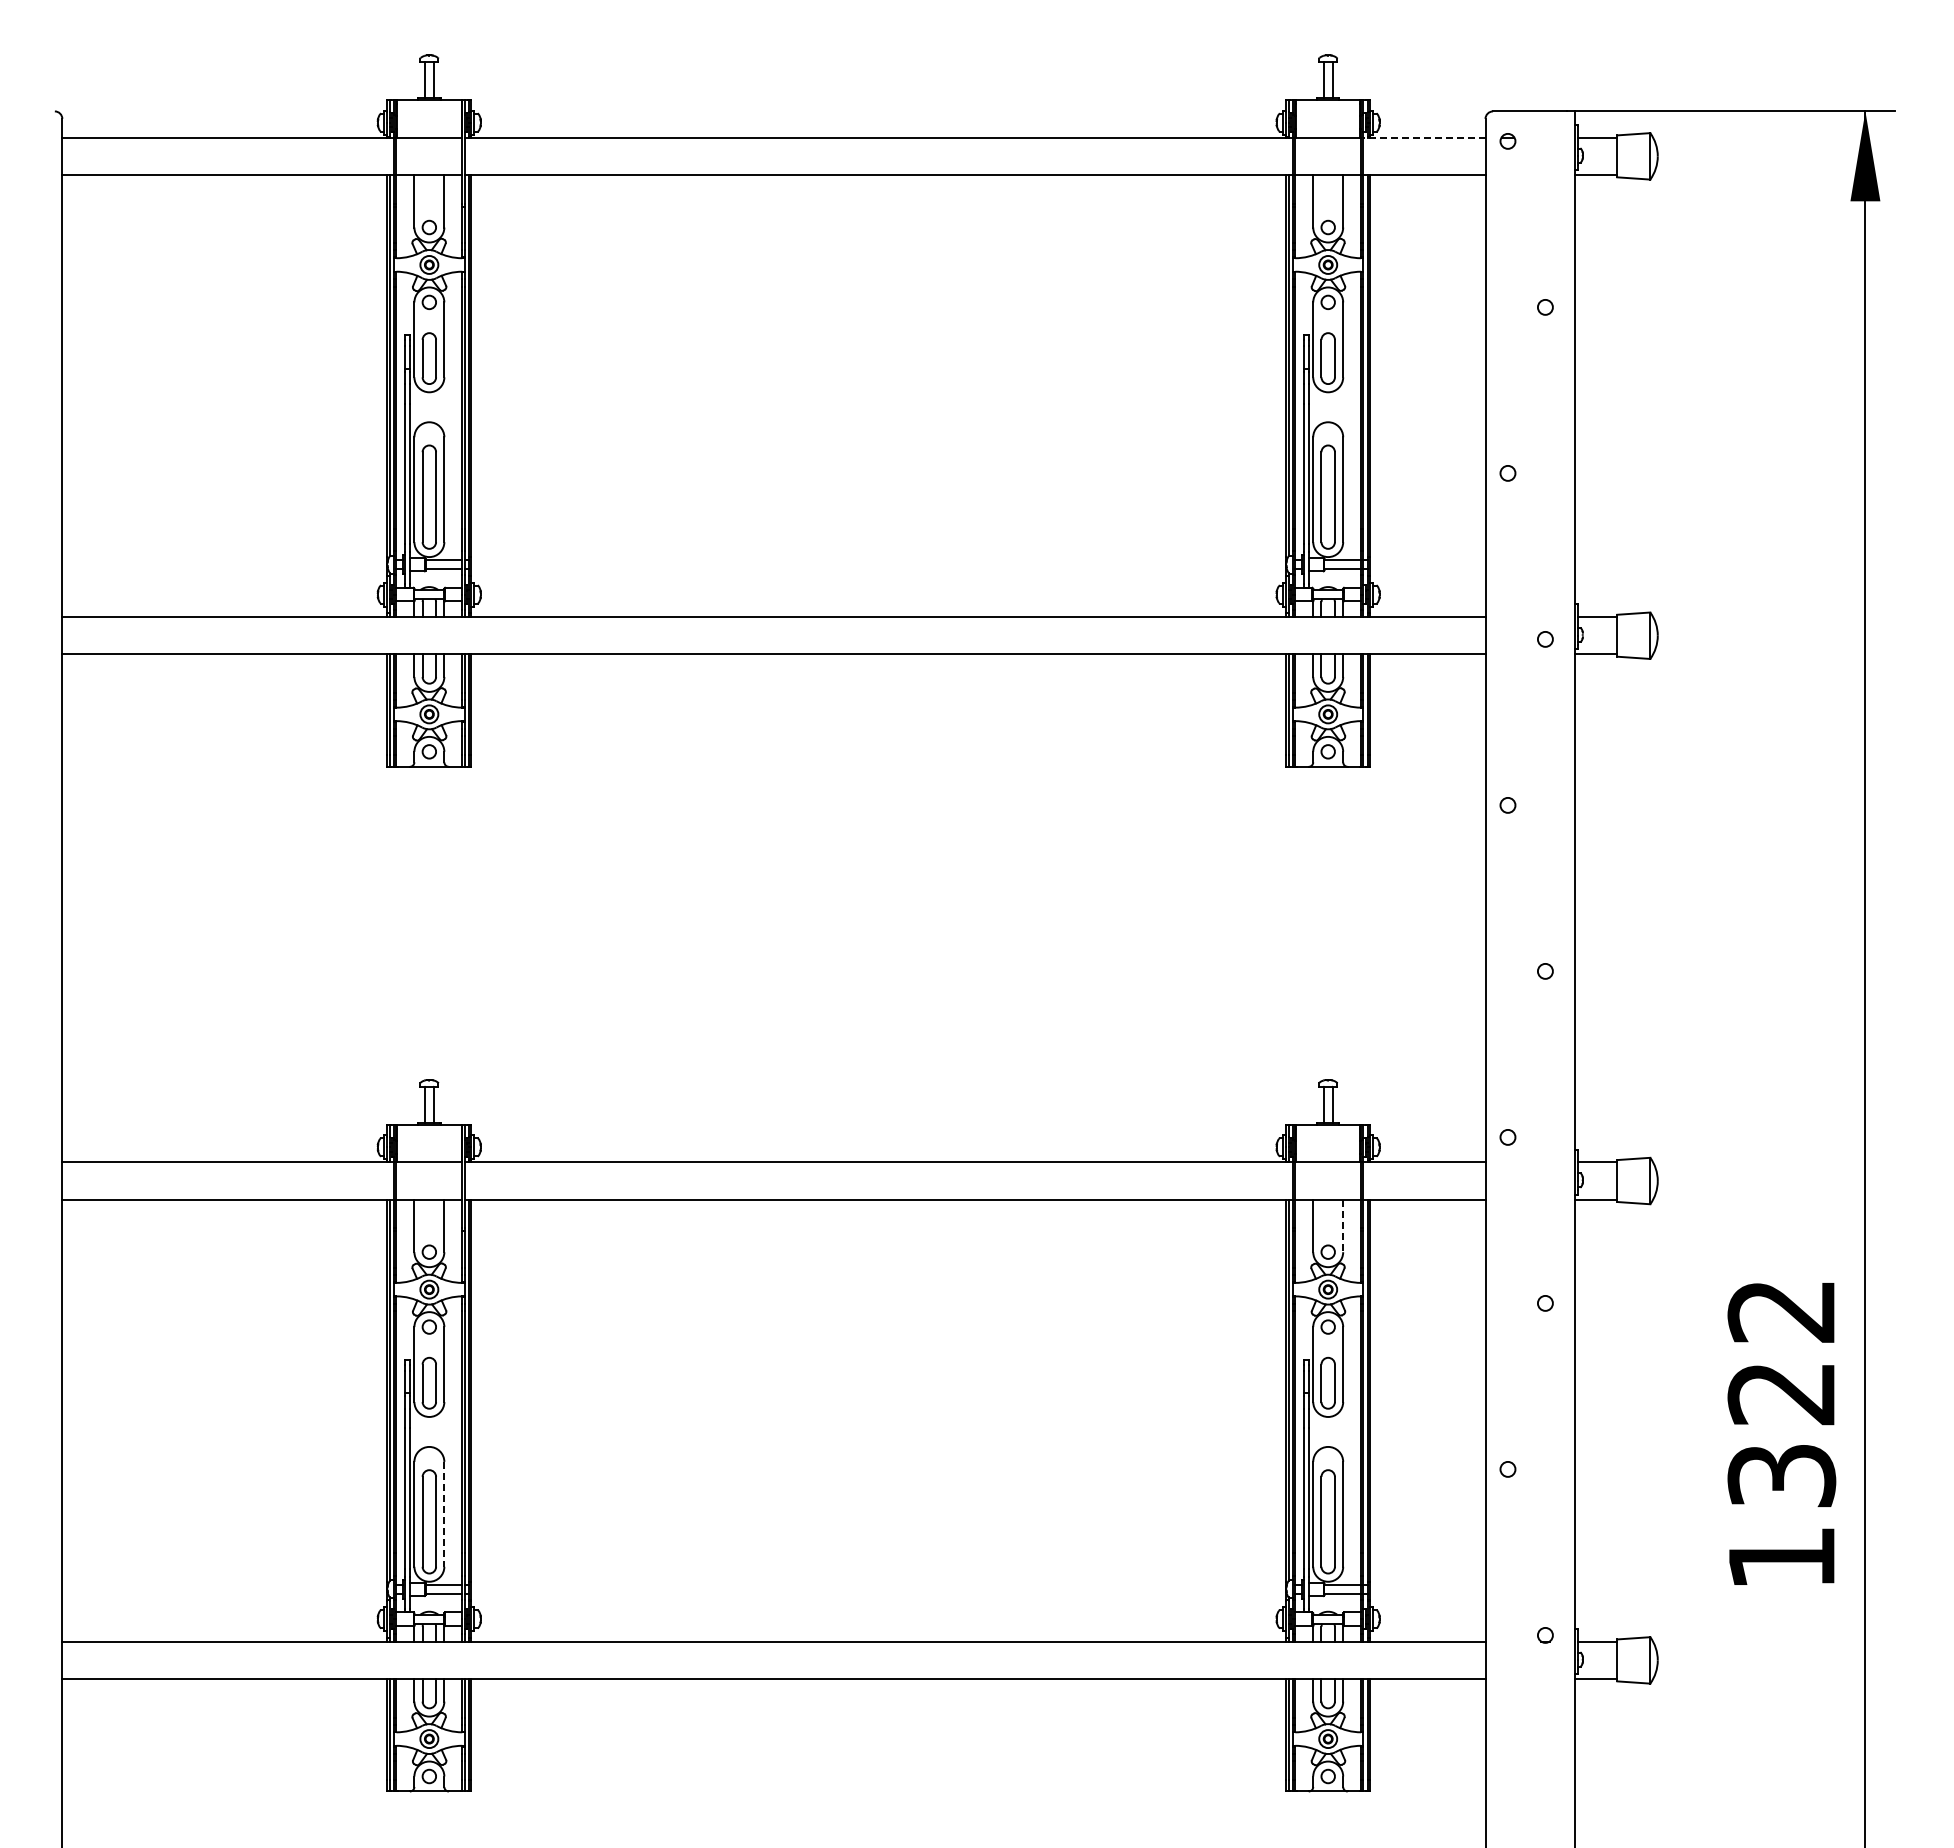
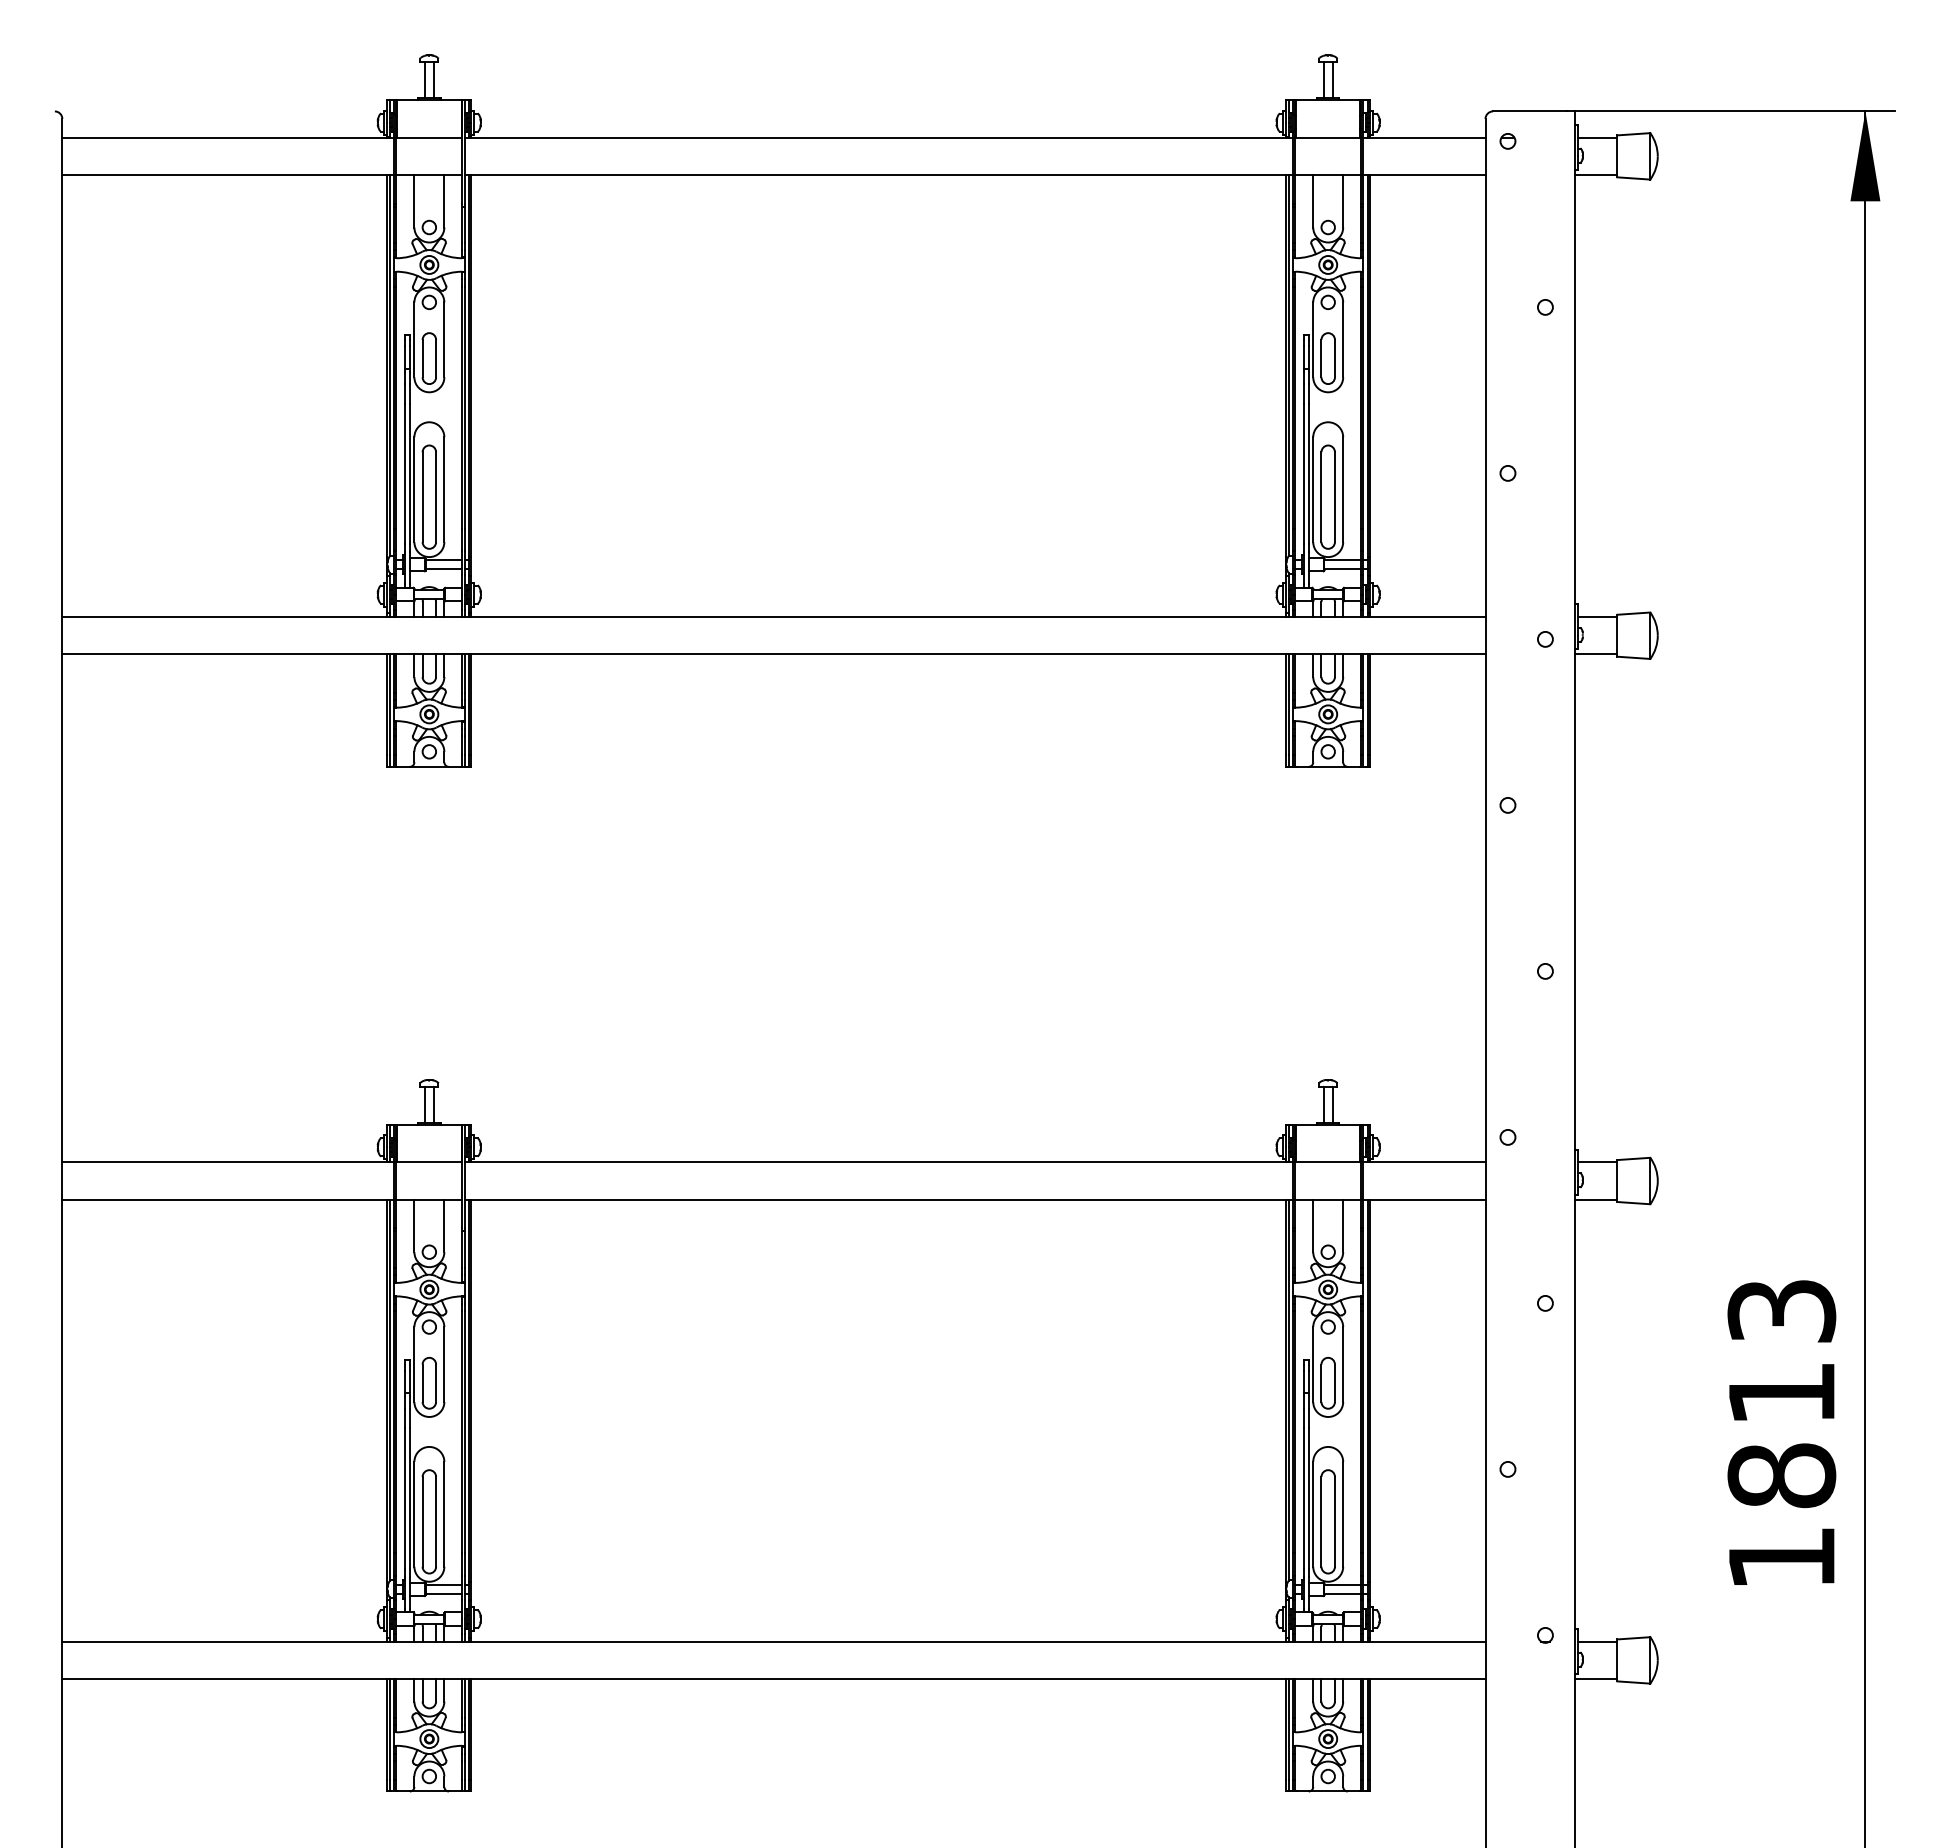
line at (1423, 137): dashed -> solid
line at (1343, 1226): dashed -> solid
text at (1781, 1394): 1322 -> 1813
line at (444, 1514): dashed -> solid
